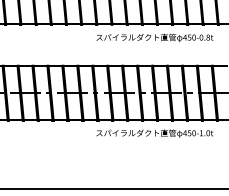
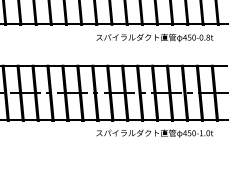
line at (113, 188): present -> none
